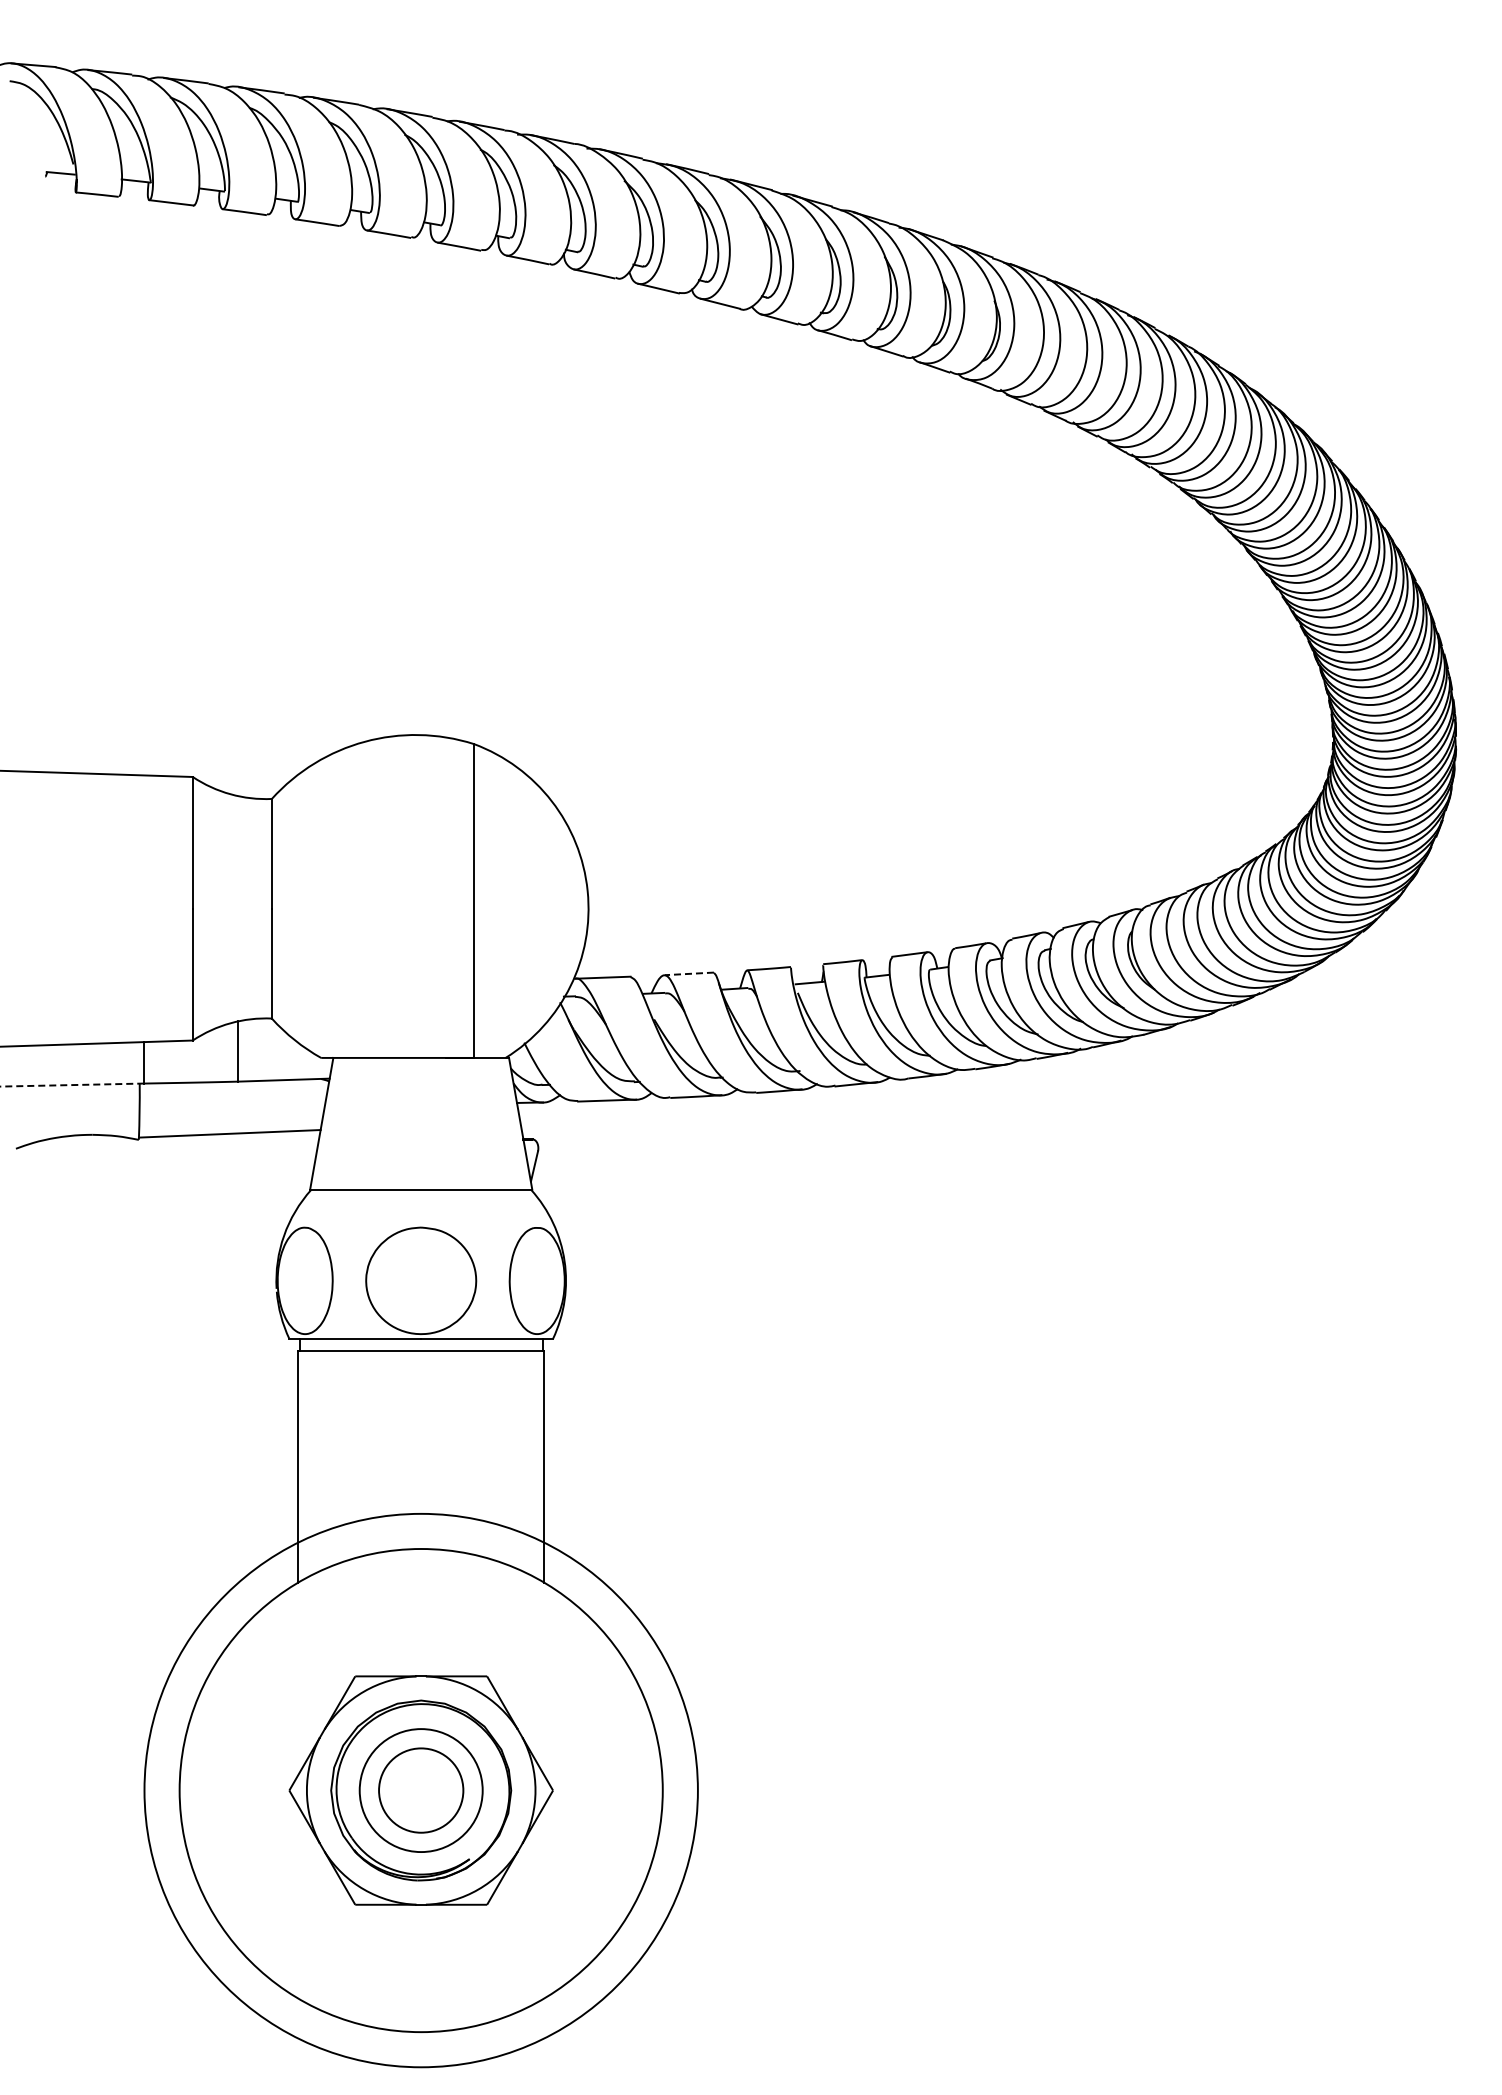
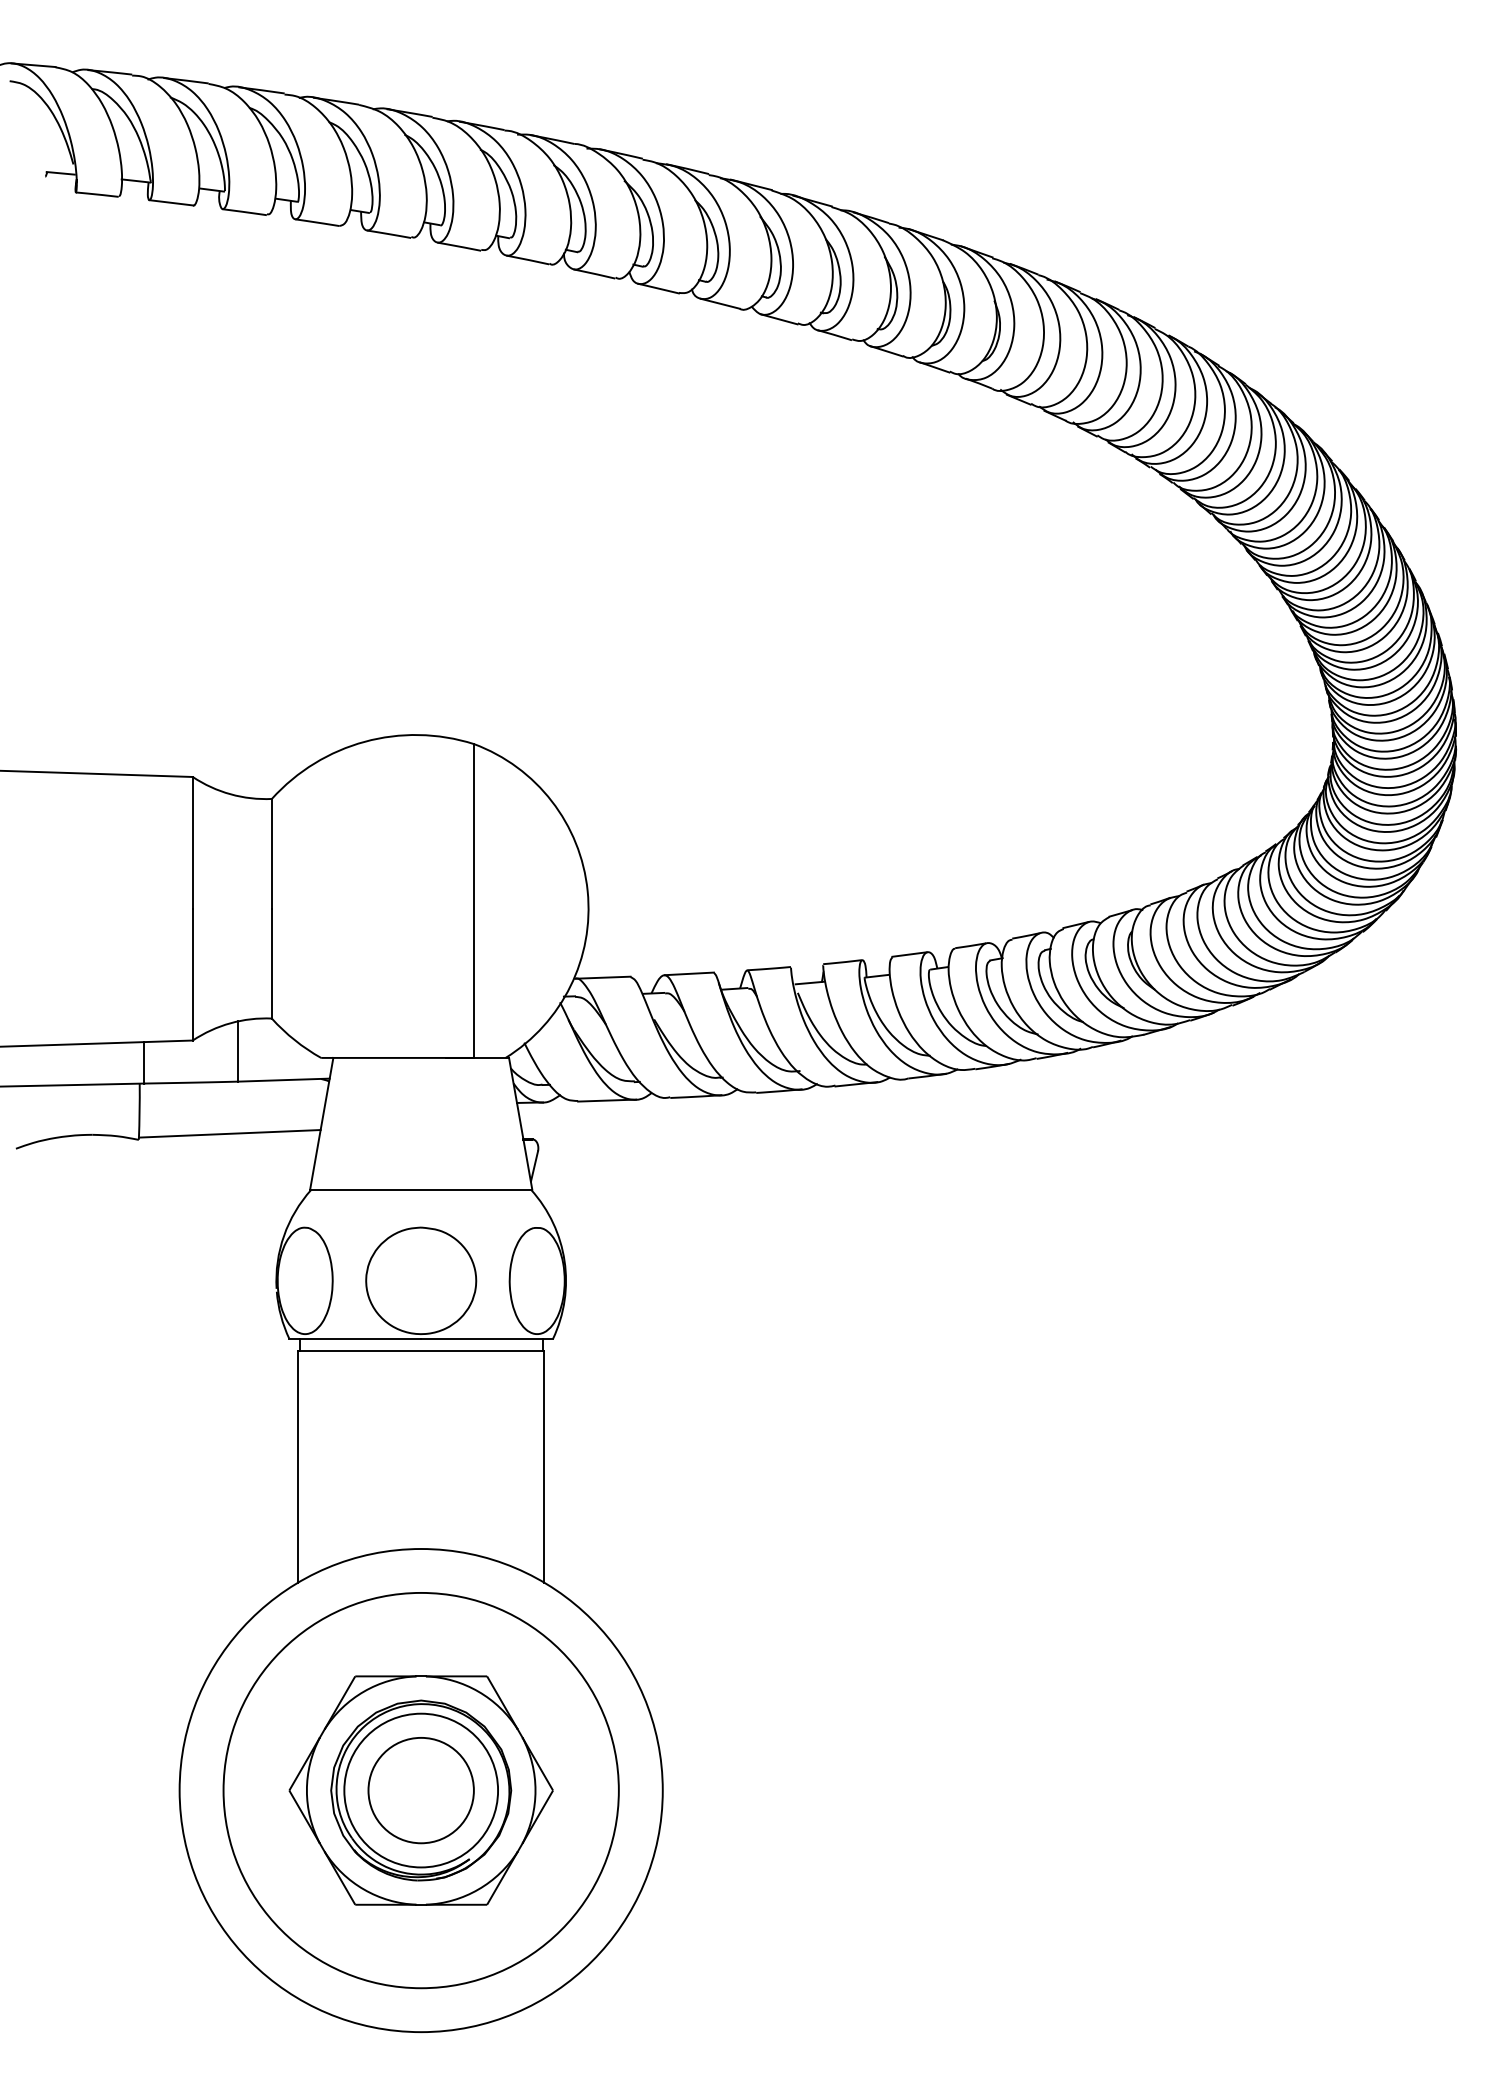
line at (689, 973): dashed -> solid
line at (71, 1085): dashed -> solid
circle at (420, 1790) diameter: 123 px -> 154 px
circle at (420, 1790) diameter: 553 px -> 395 px
circle at (421, 1790) diameter: 84 px -> 105 px
